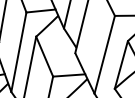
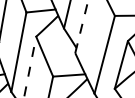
line at (81, 26): solid -> dashed
line at (30, 67): solid -> dashed
